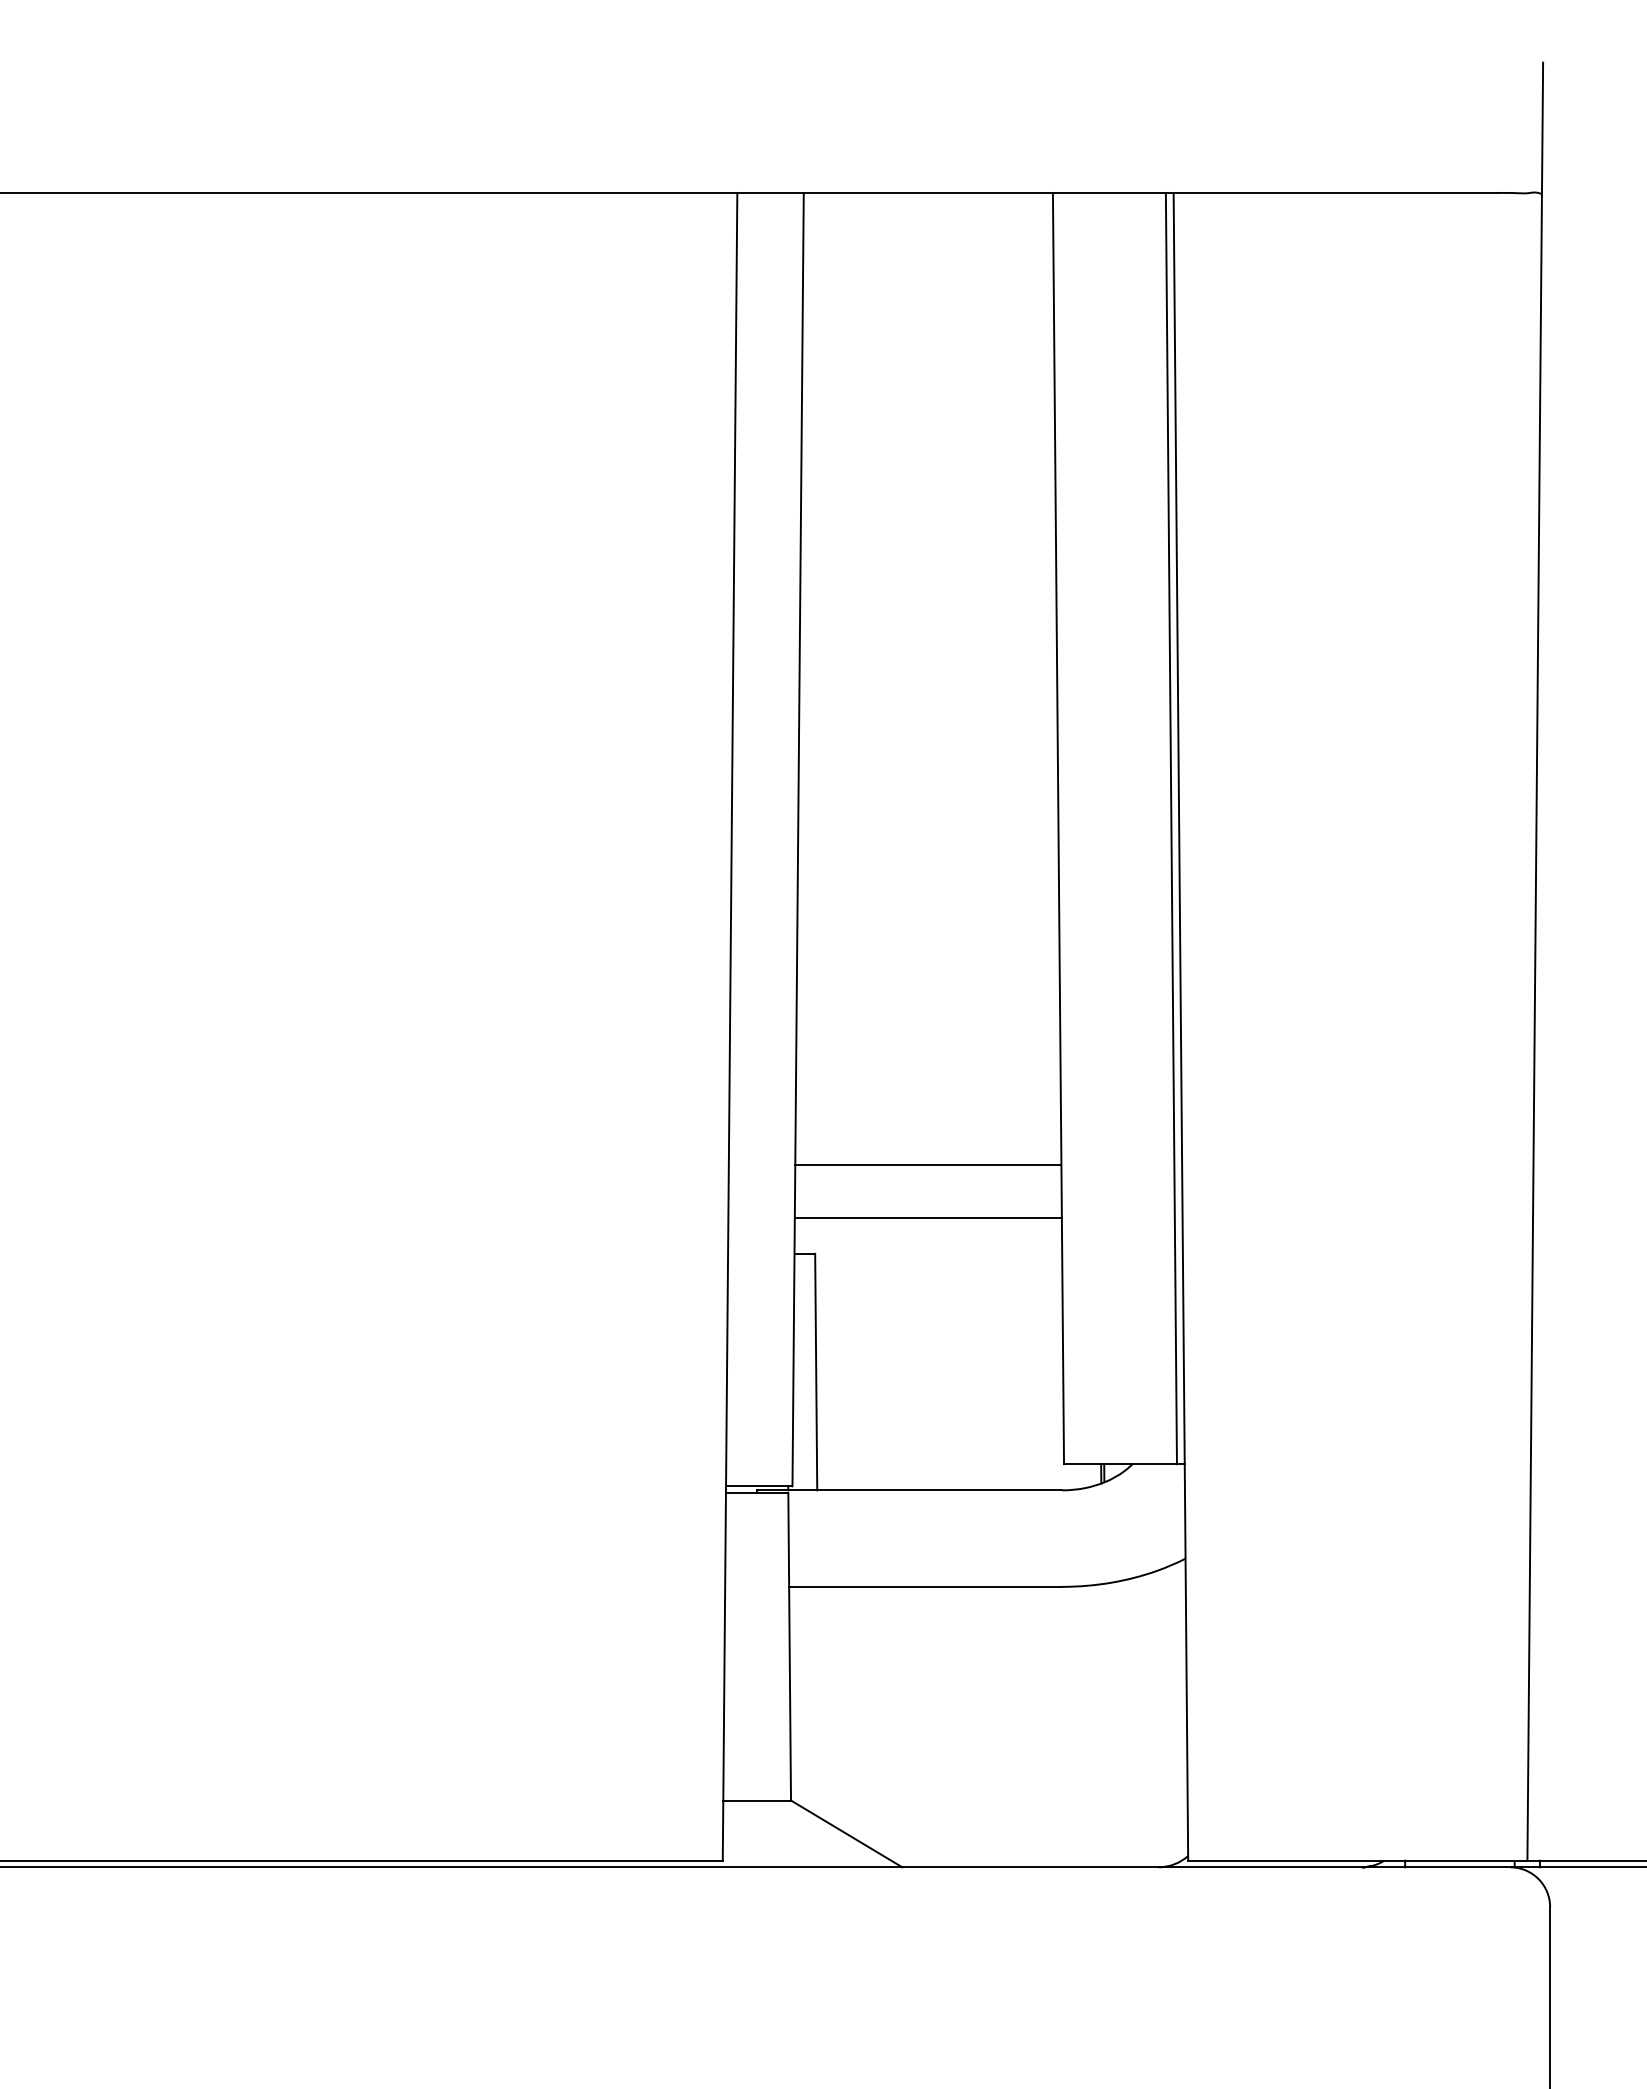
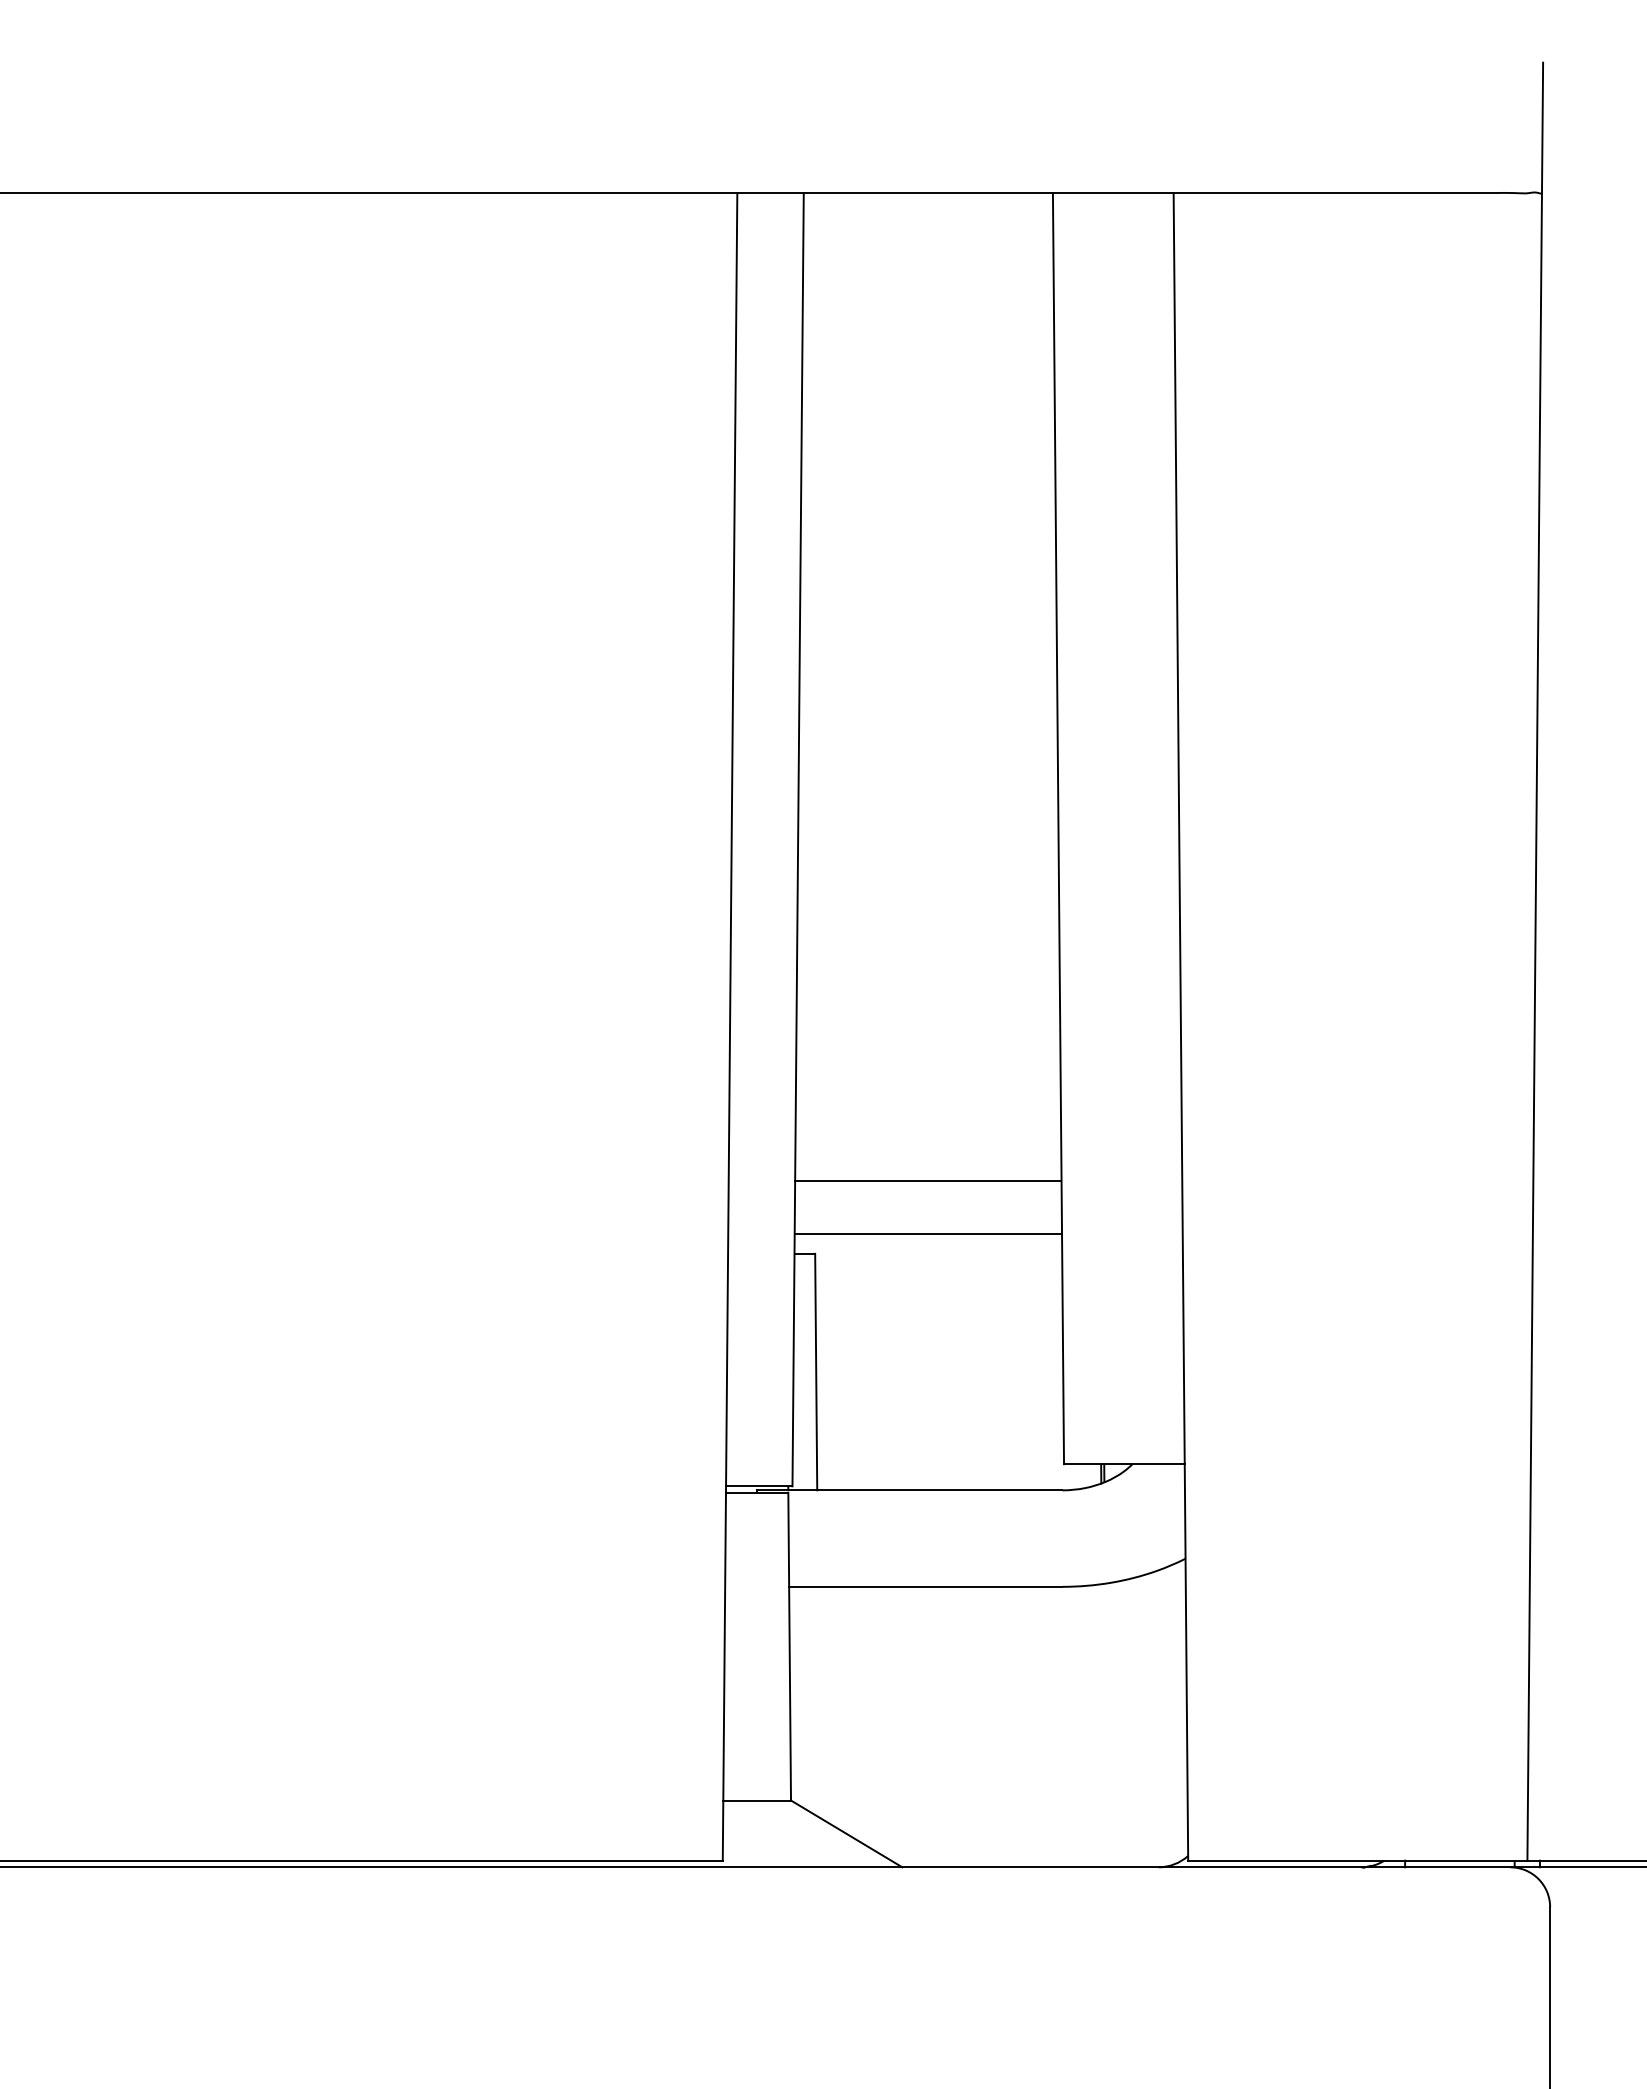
line at (1170, 828): present -> none
line at (928, 1164) position: (928, 1164) -> (928, 1180)
line at (927, 1217) position: (927, 1217) -> (927, 1233)
